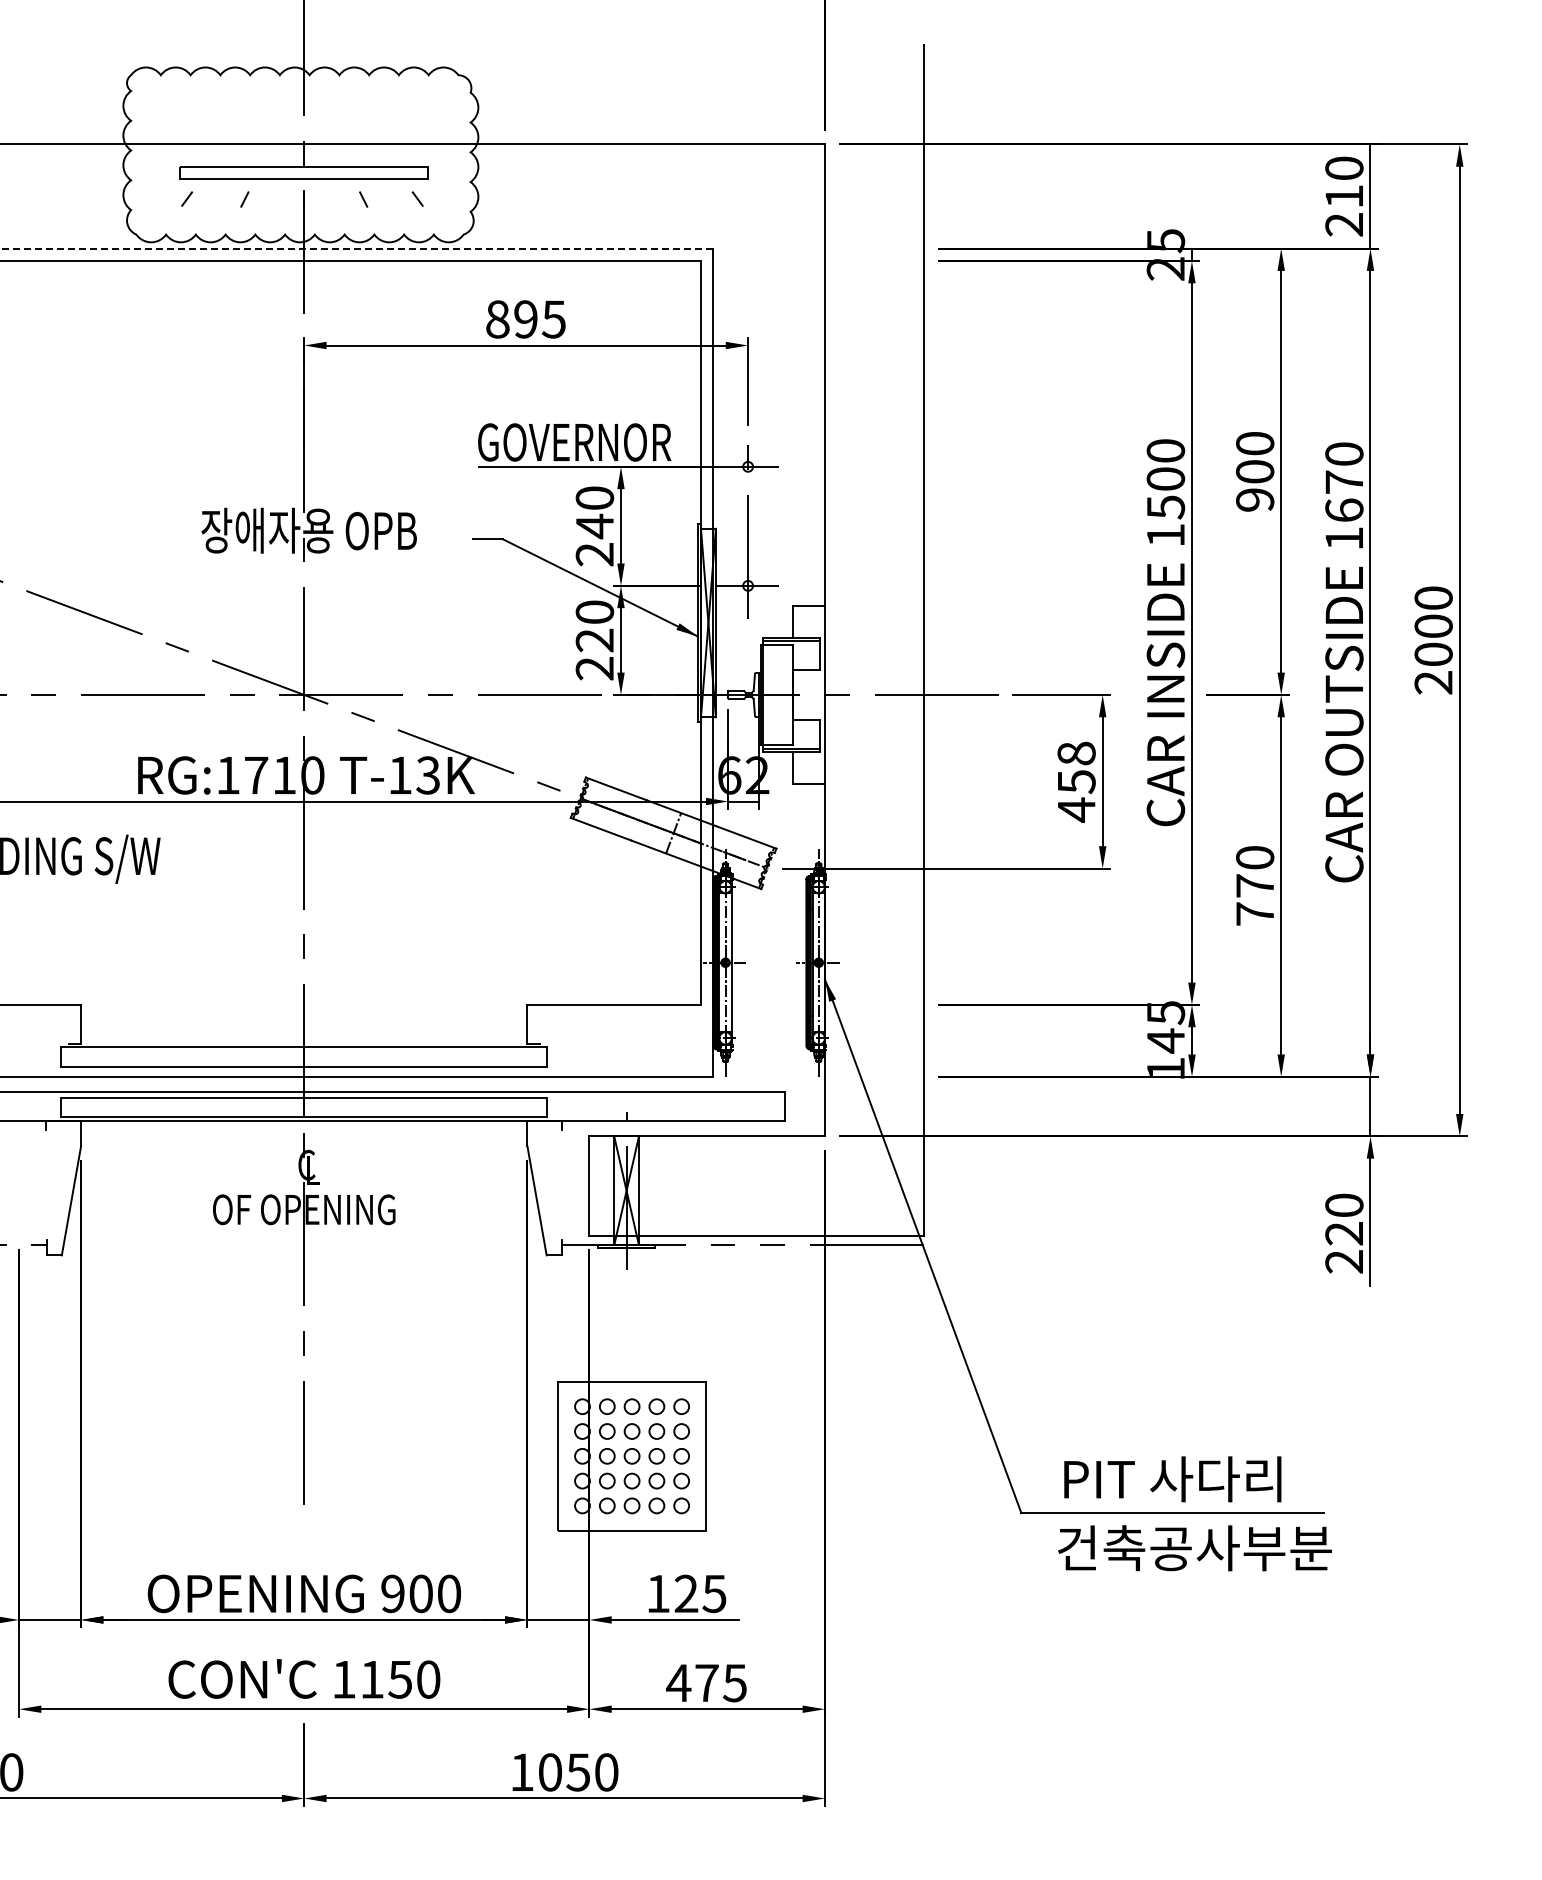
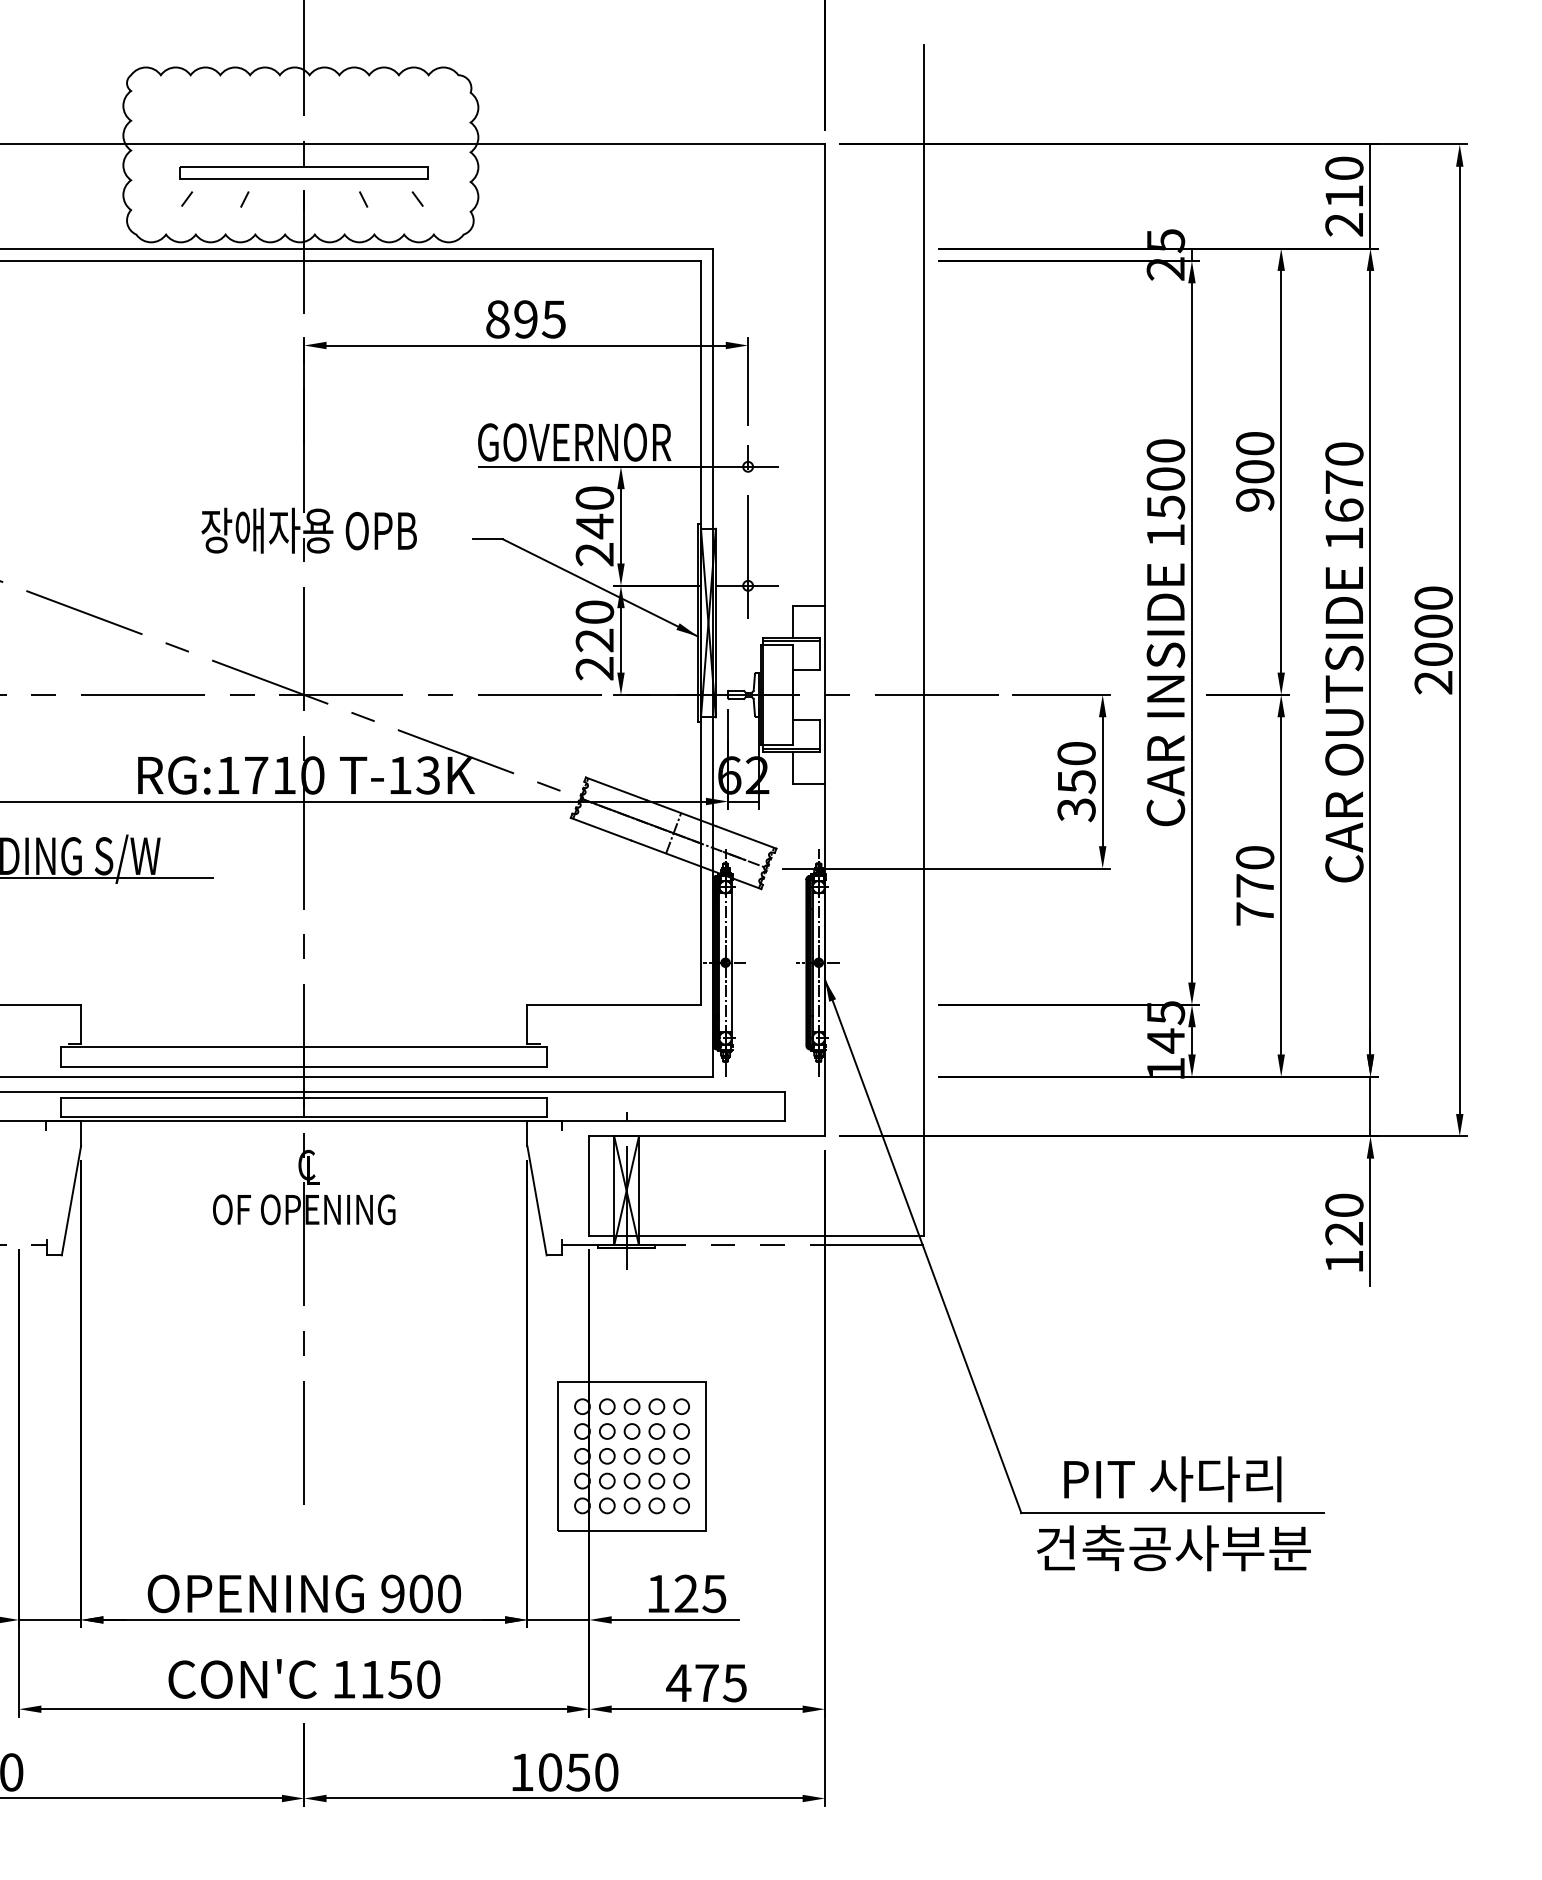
line at (356, 248): dashed -> solid
text at (1076, 781): 458 -> 350
line at (107, 878): none -> present
text at (1343, 1261): 220 -> 120
text at (1194, 1548) position: (1194, 1548) -> (1173, 1548)
